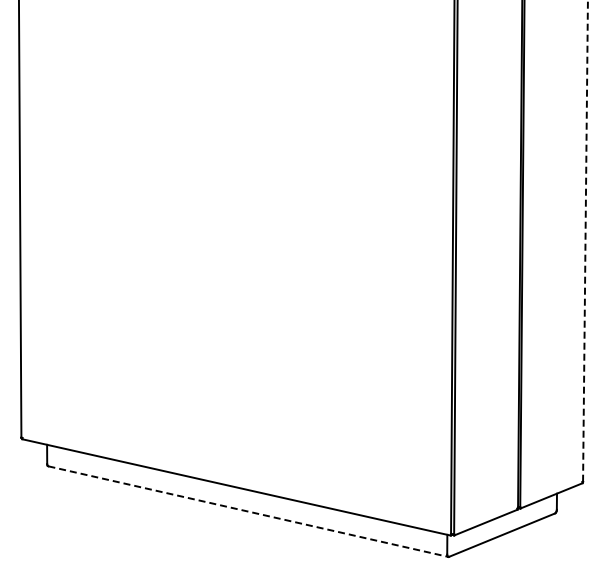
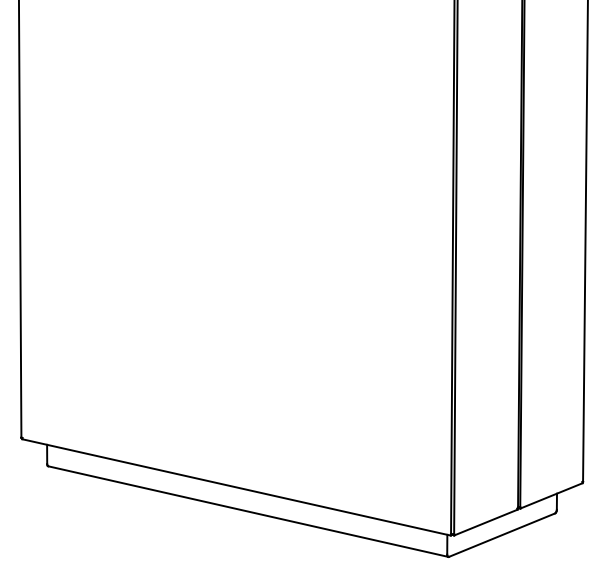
line at (585, 240): dashed -> solid
line at (248, 511): dashed -> solid
